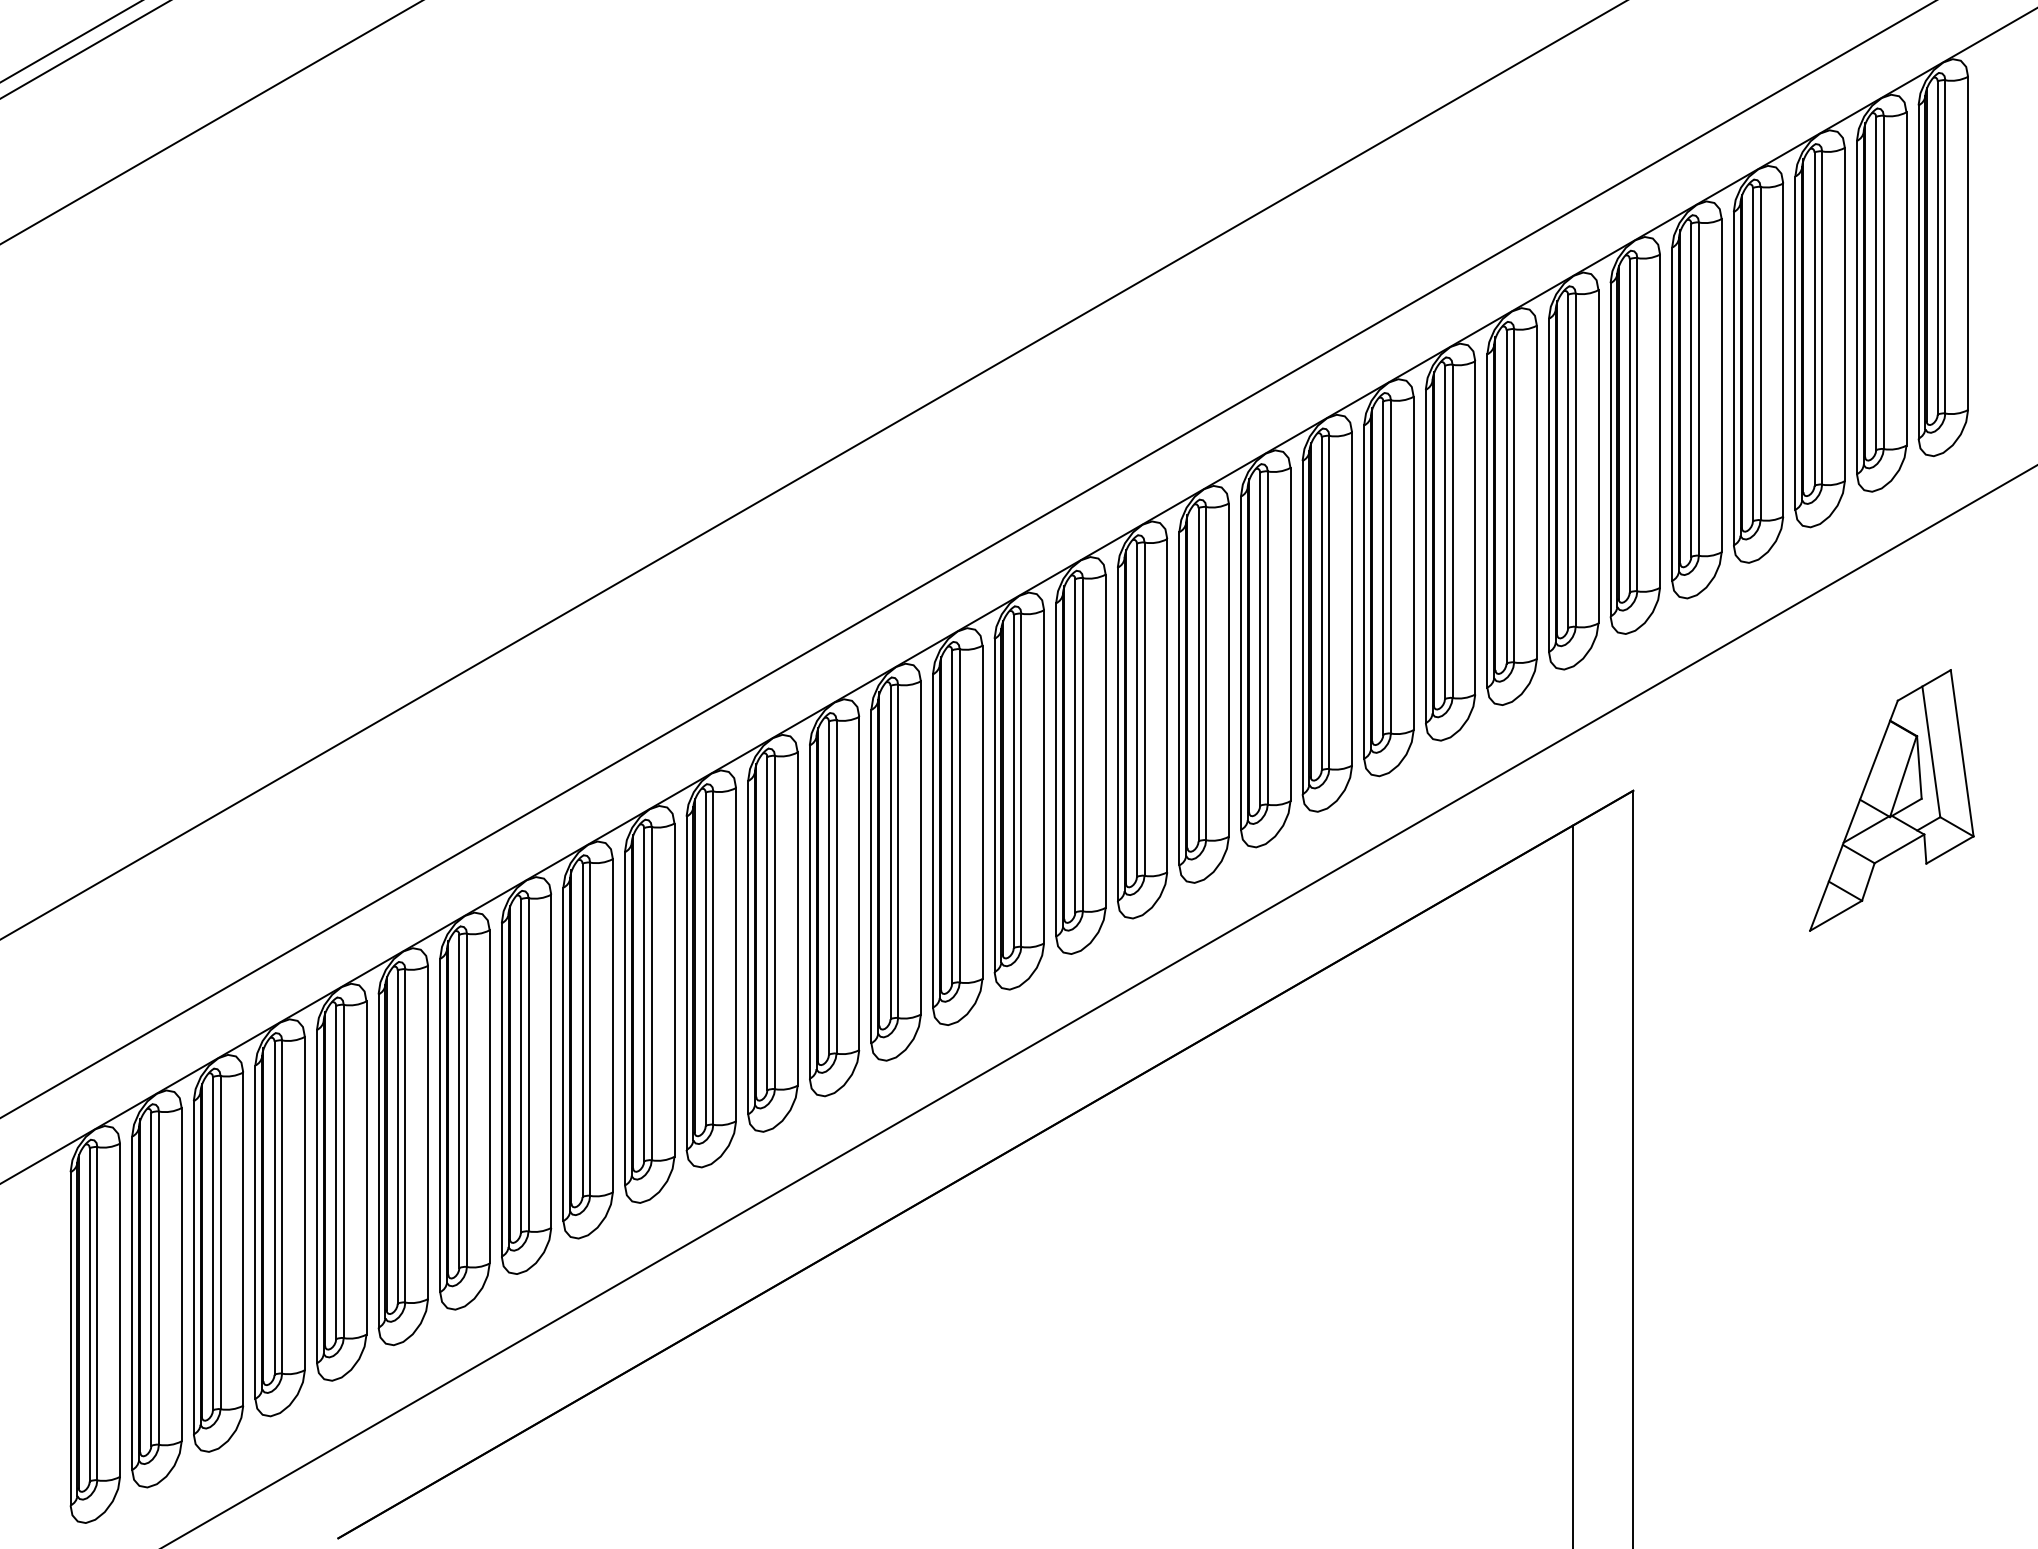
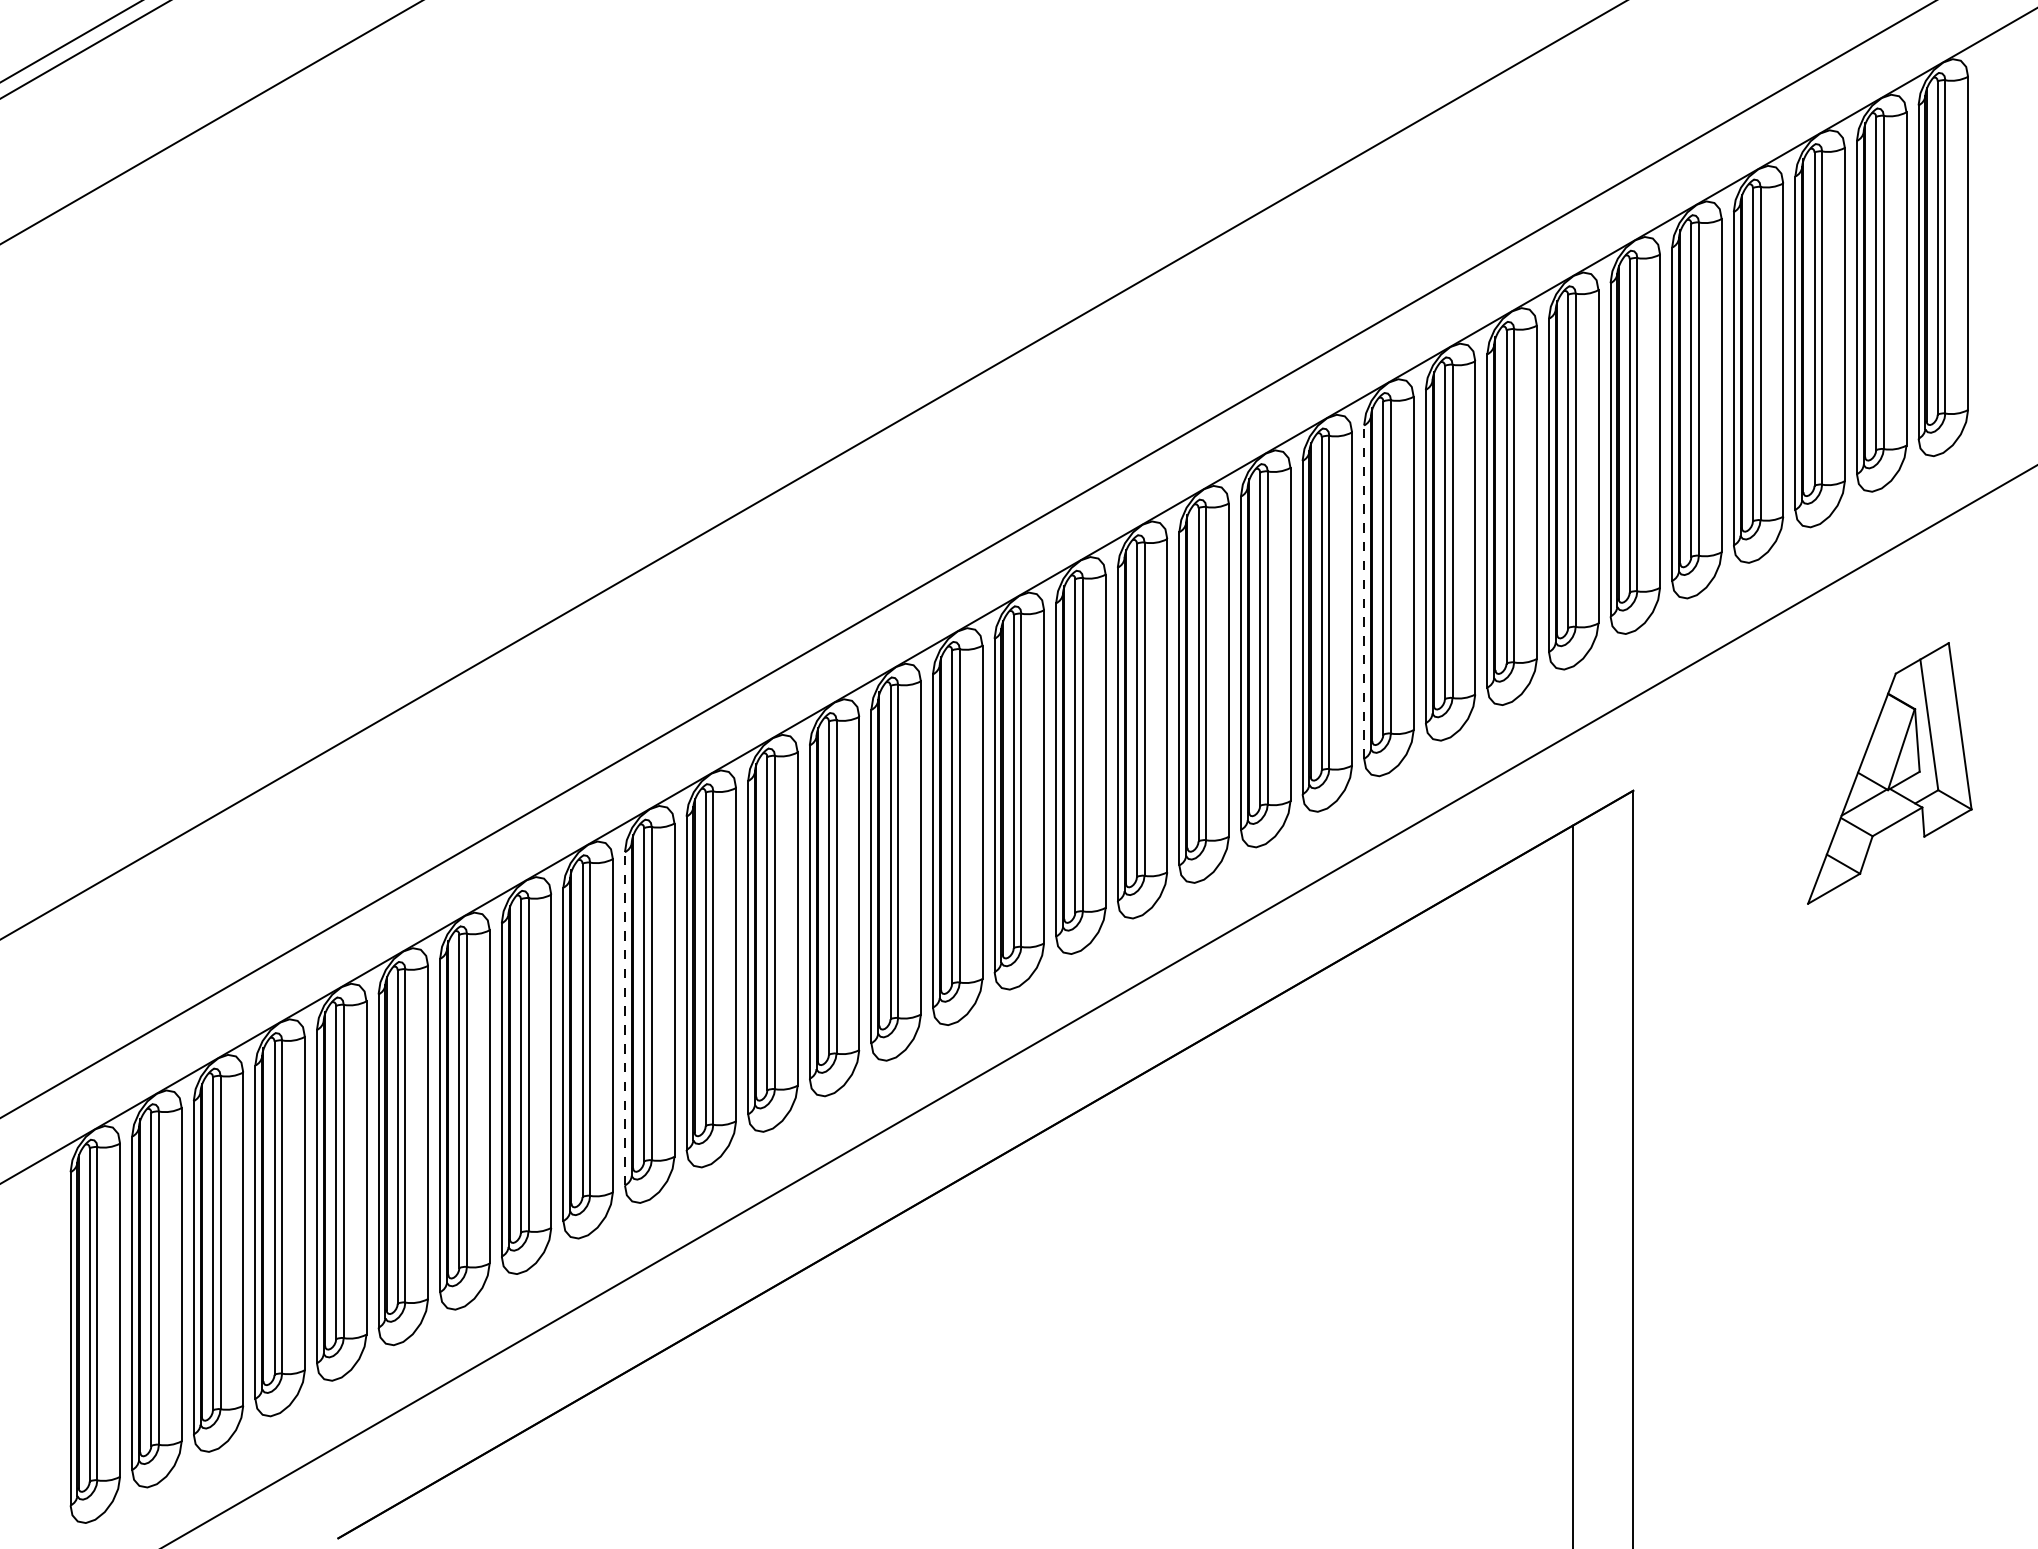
line at (1364, 592): solid -> dashed
part at (1891, 800) position: (1891, 800) -> (1889, 773)
line at (624, 1018): solid -> dashed
